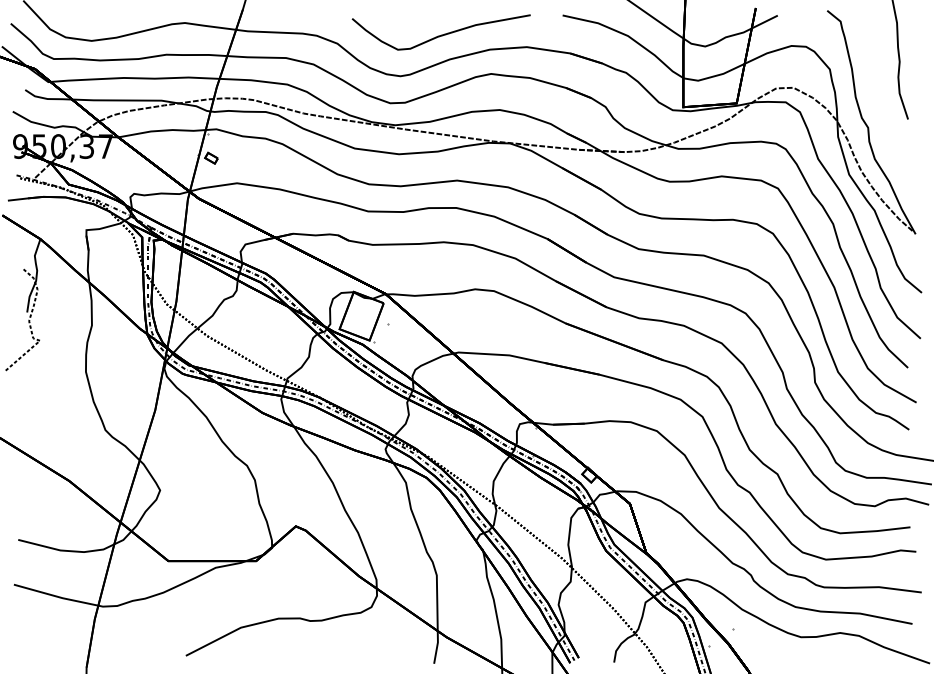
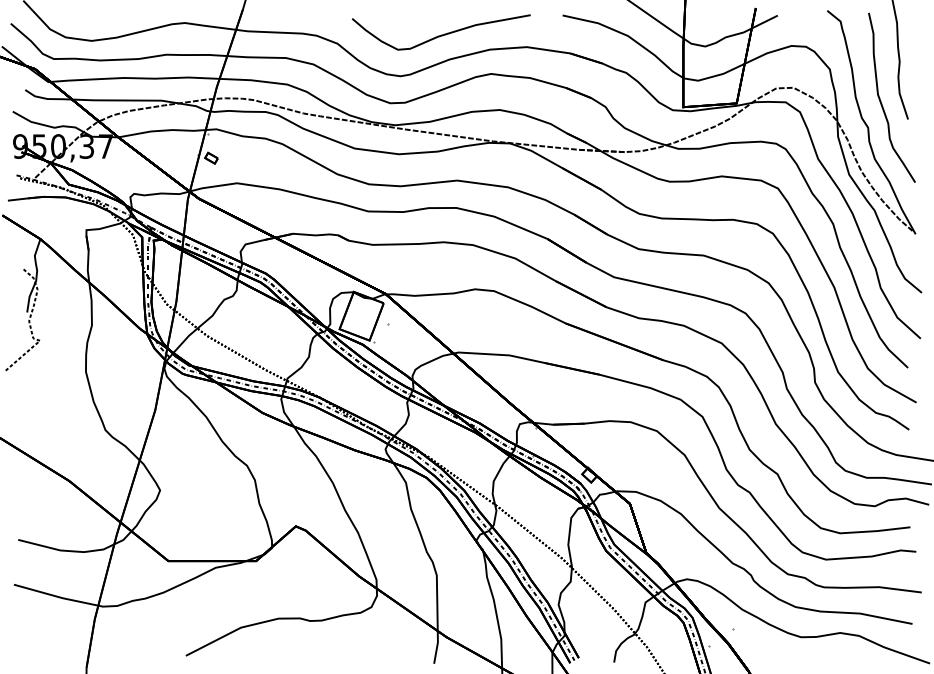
curve at (881, 100): none -> present
